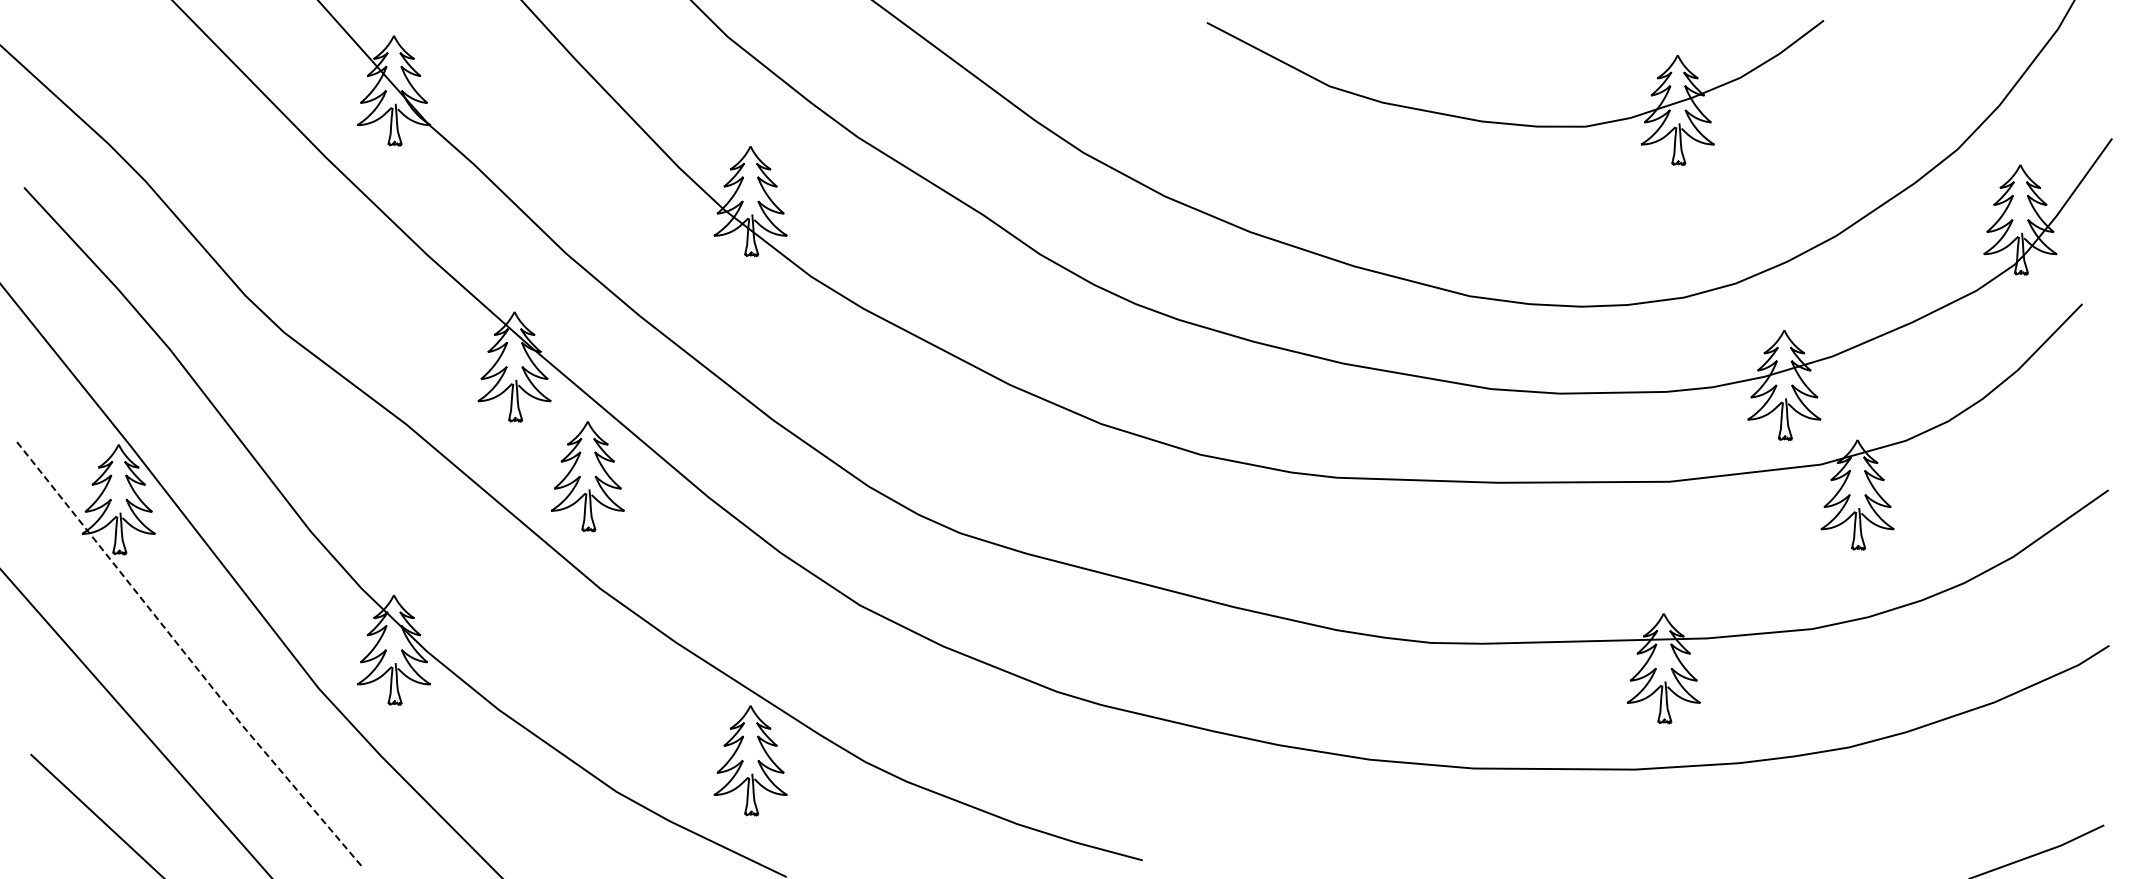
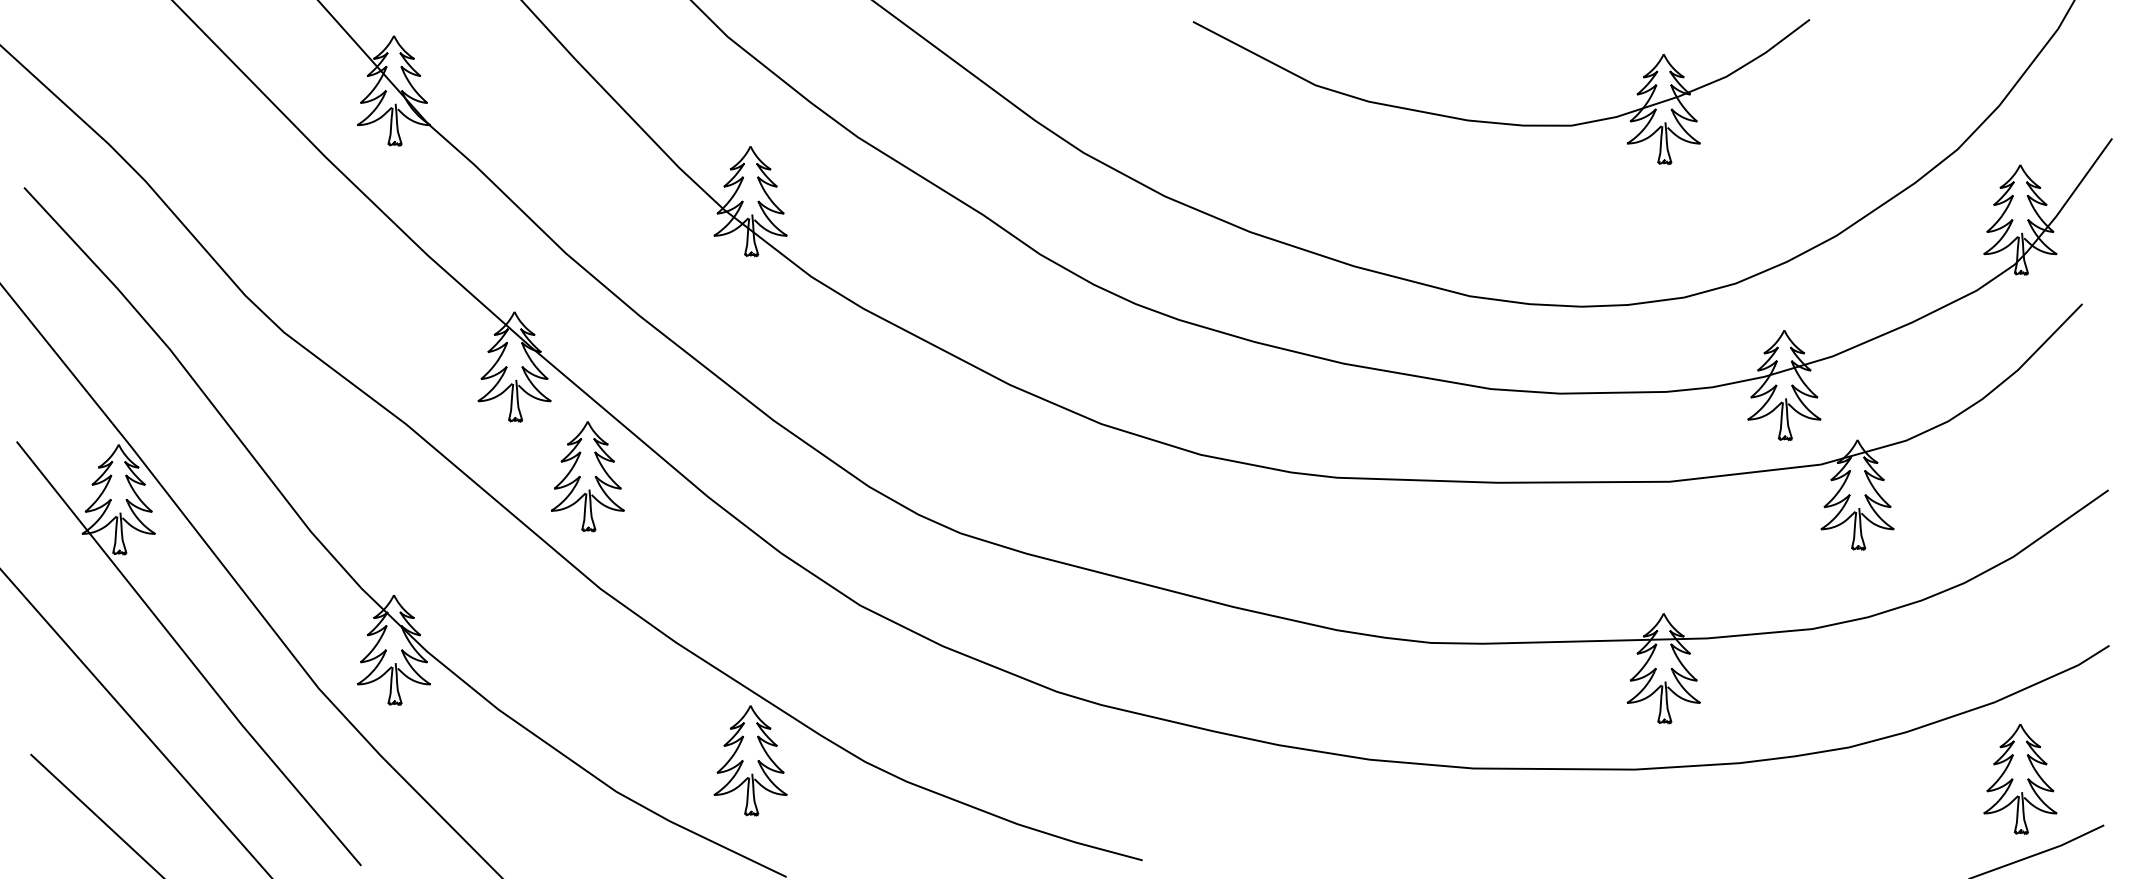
part at (1515, 123) position: (1515, 123) -> (1501, 122)
line at (187, 655): dashed -> solid
part at (2020, 779): none -> present
